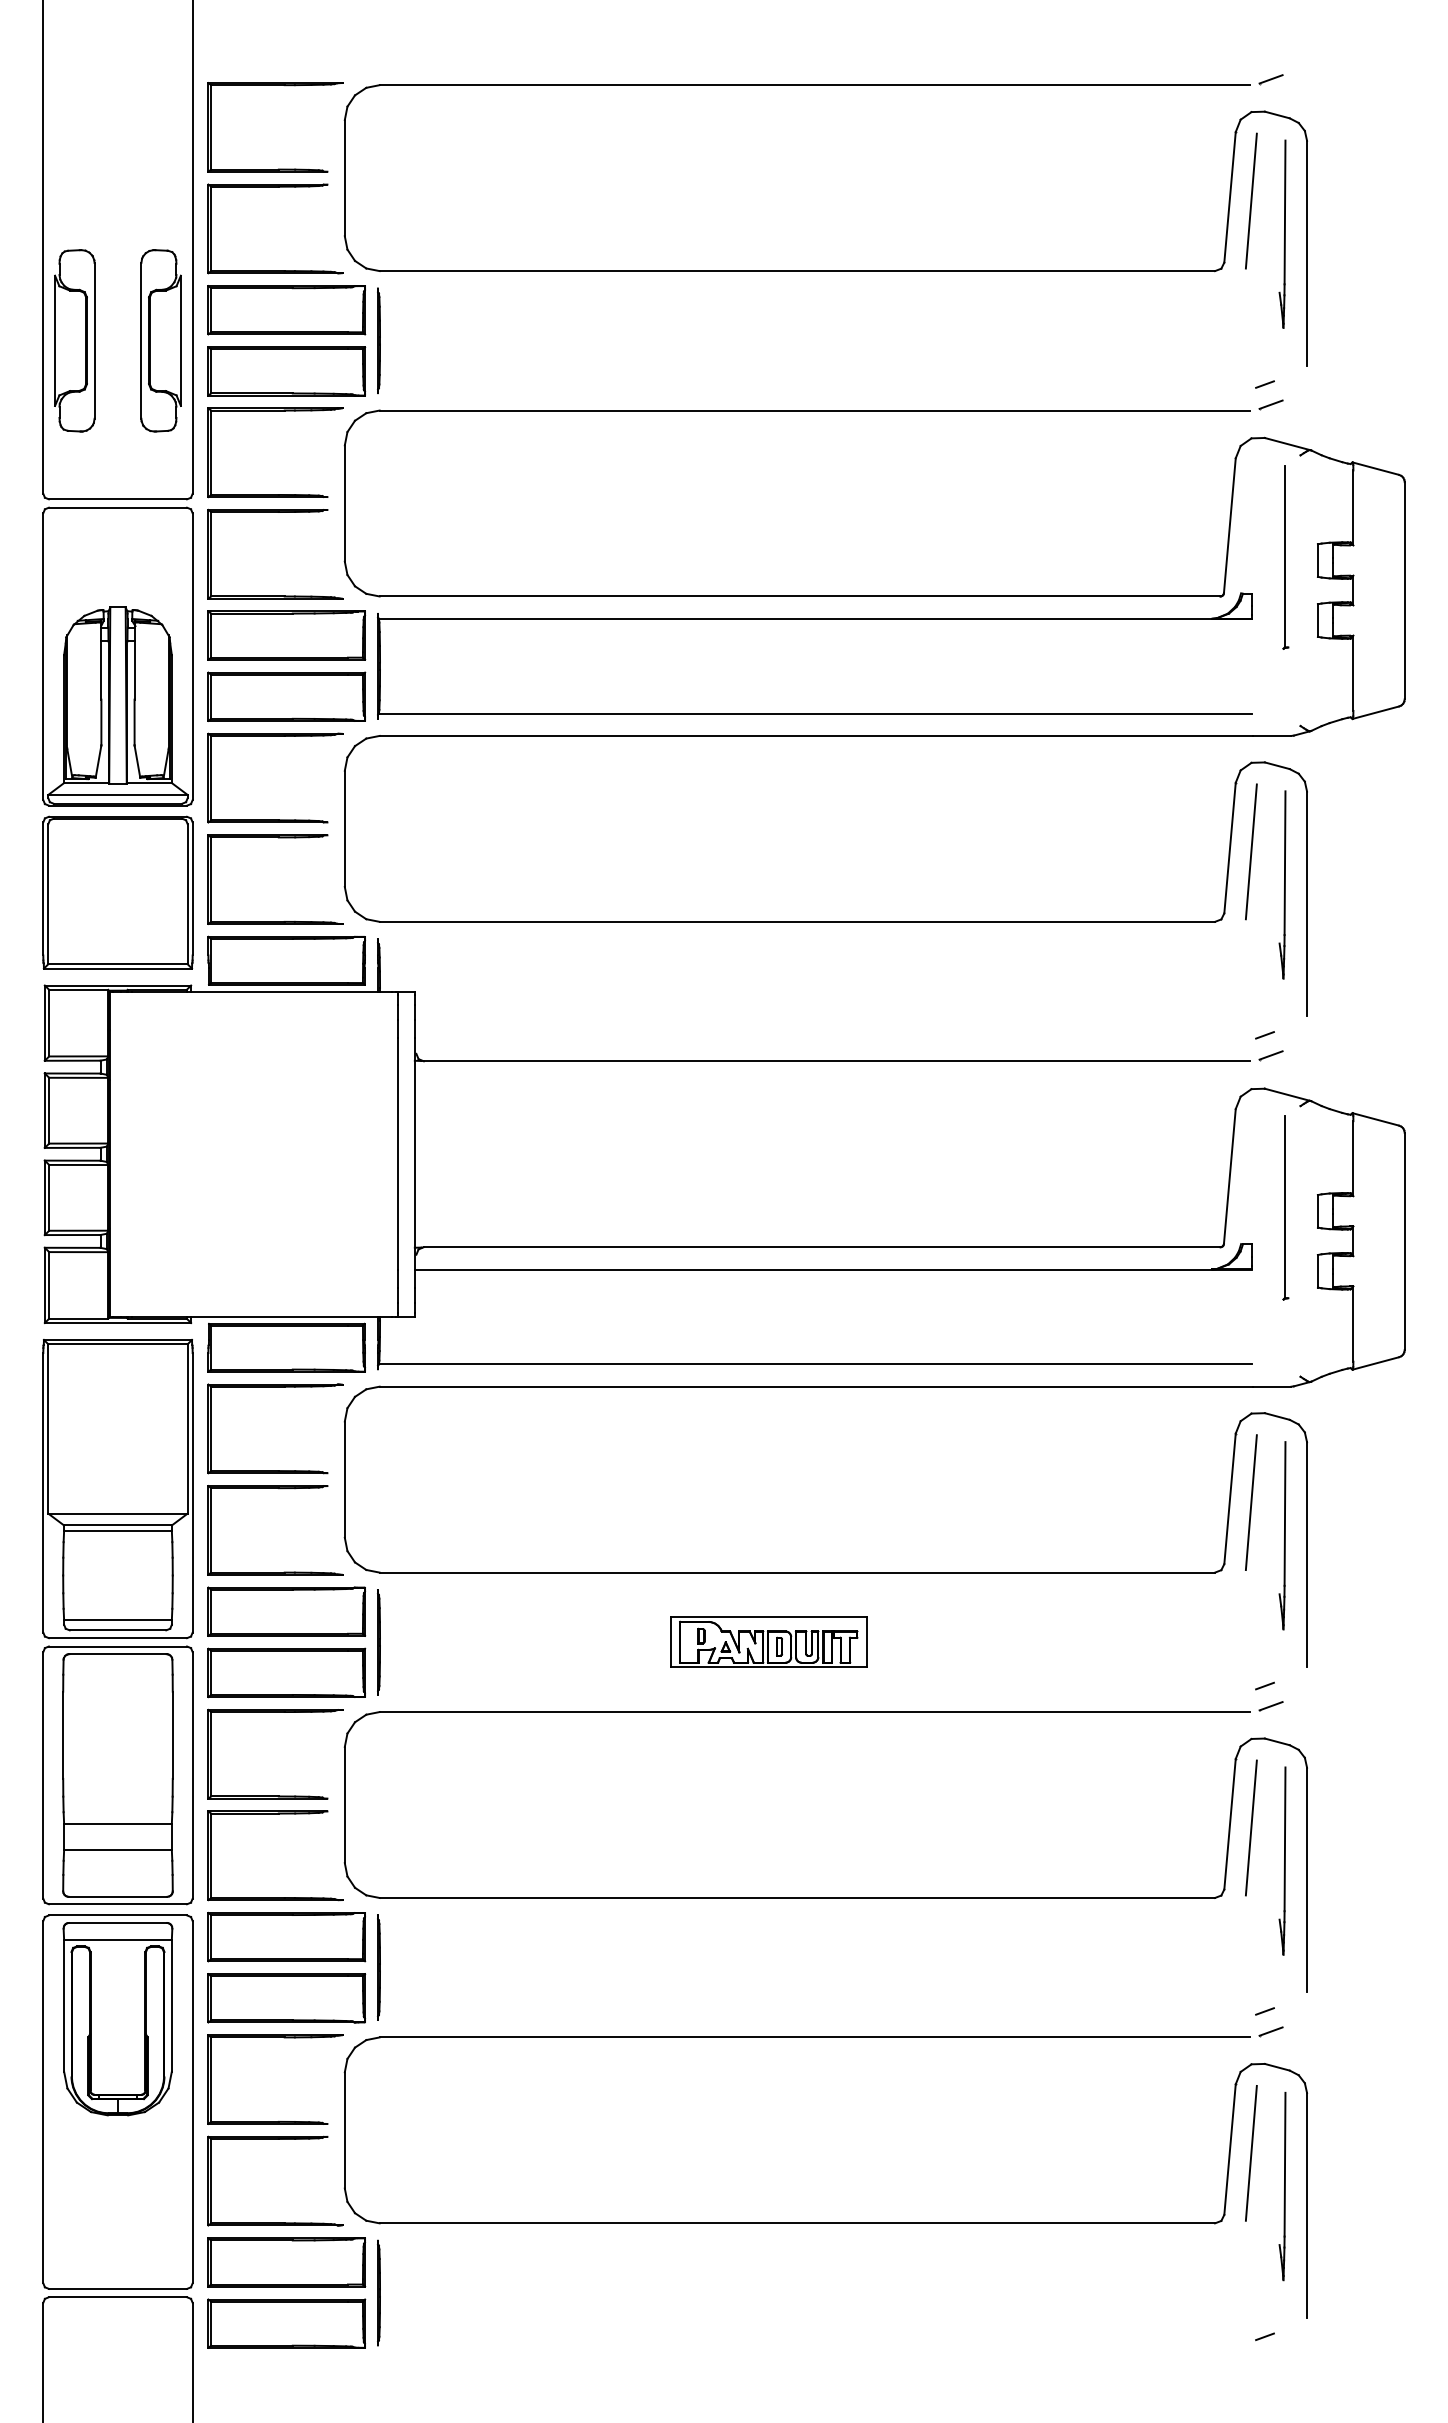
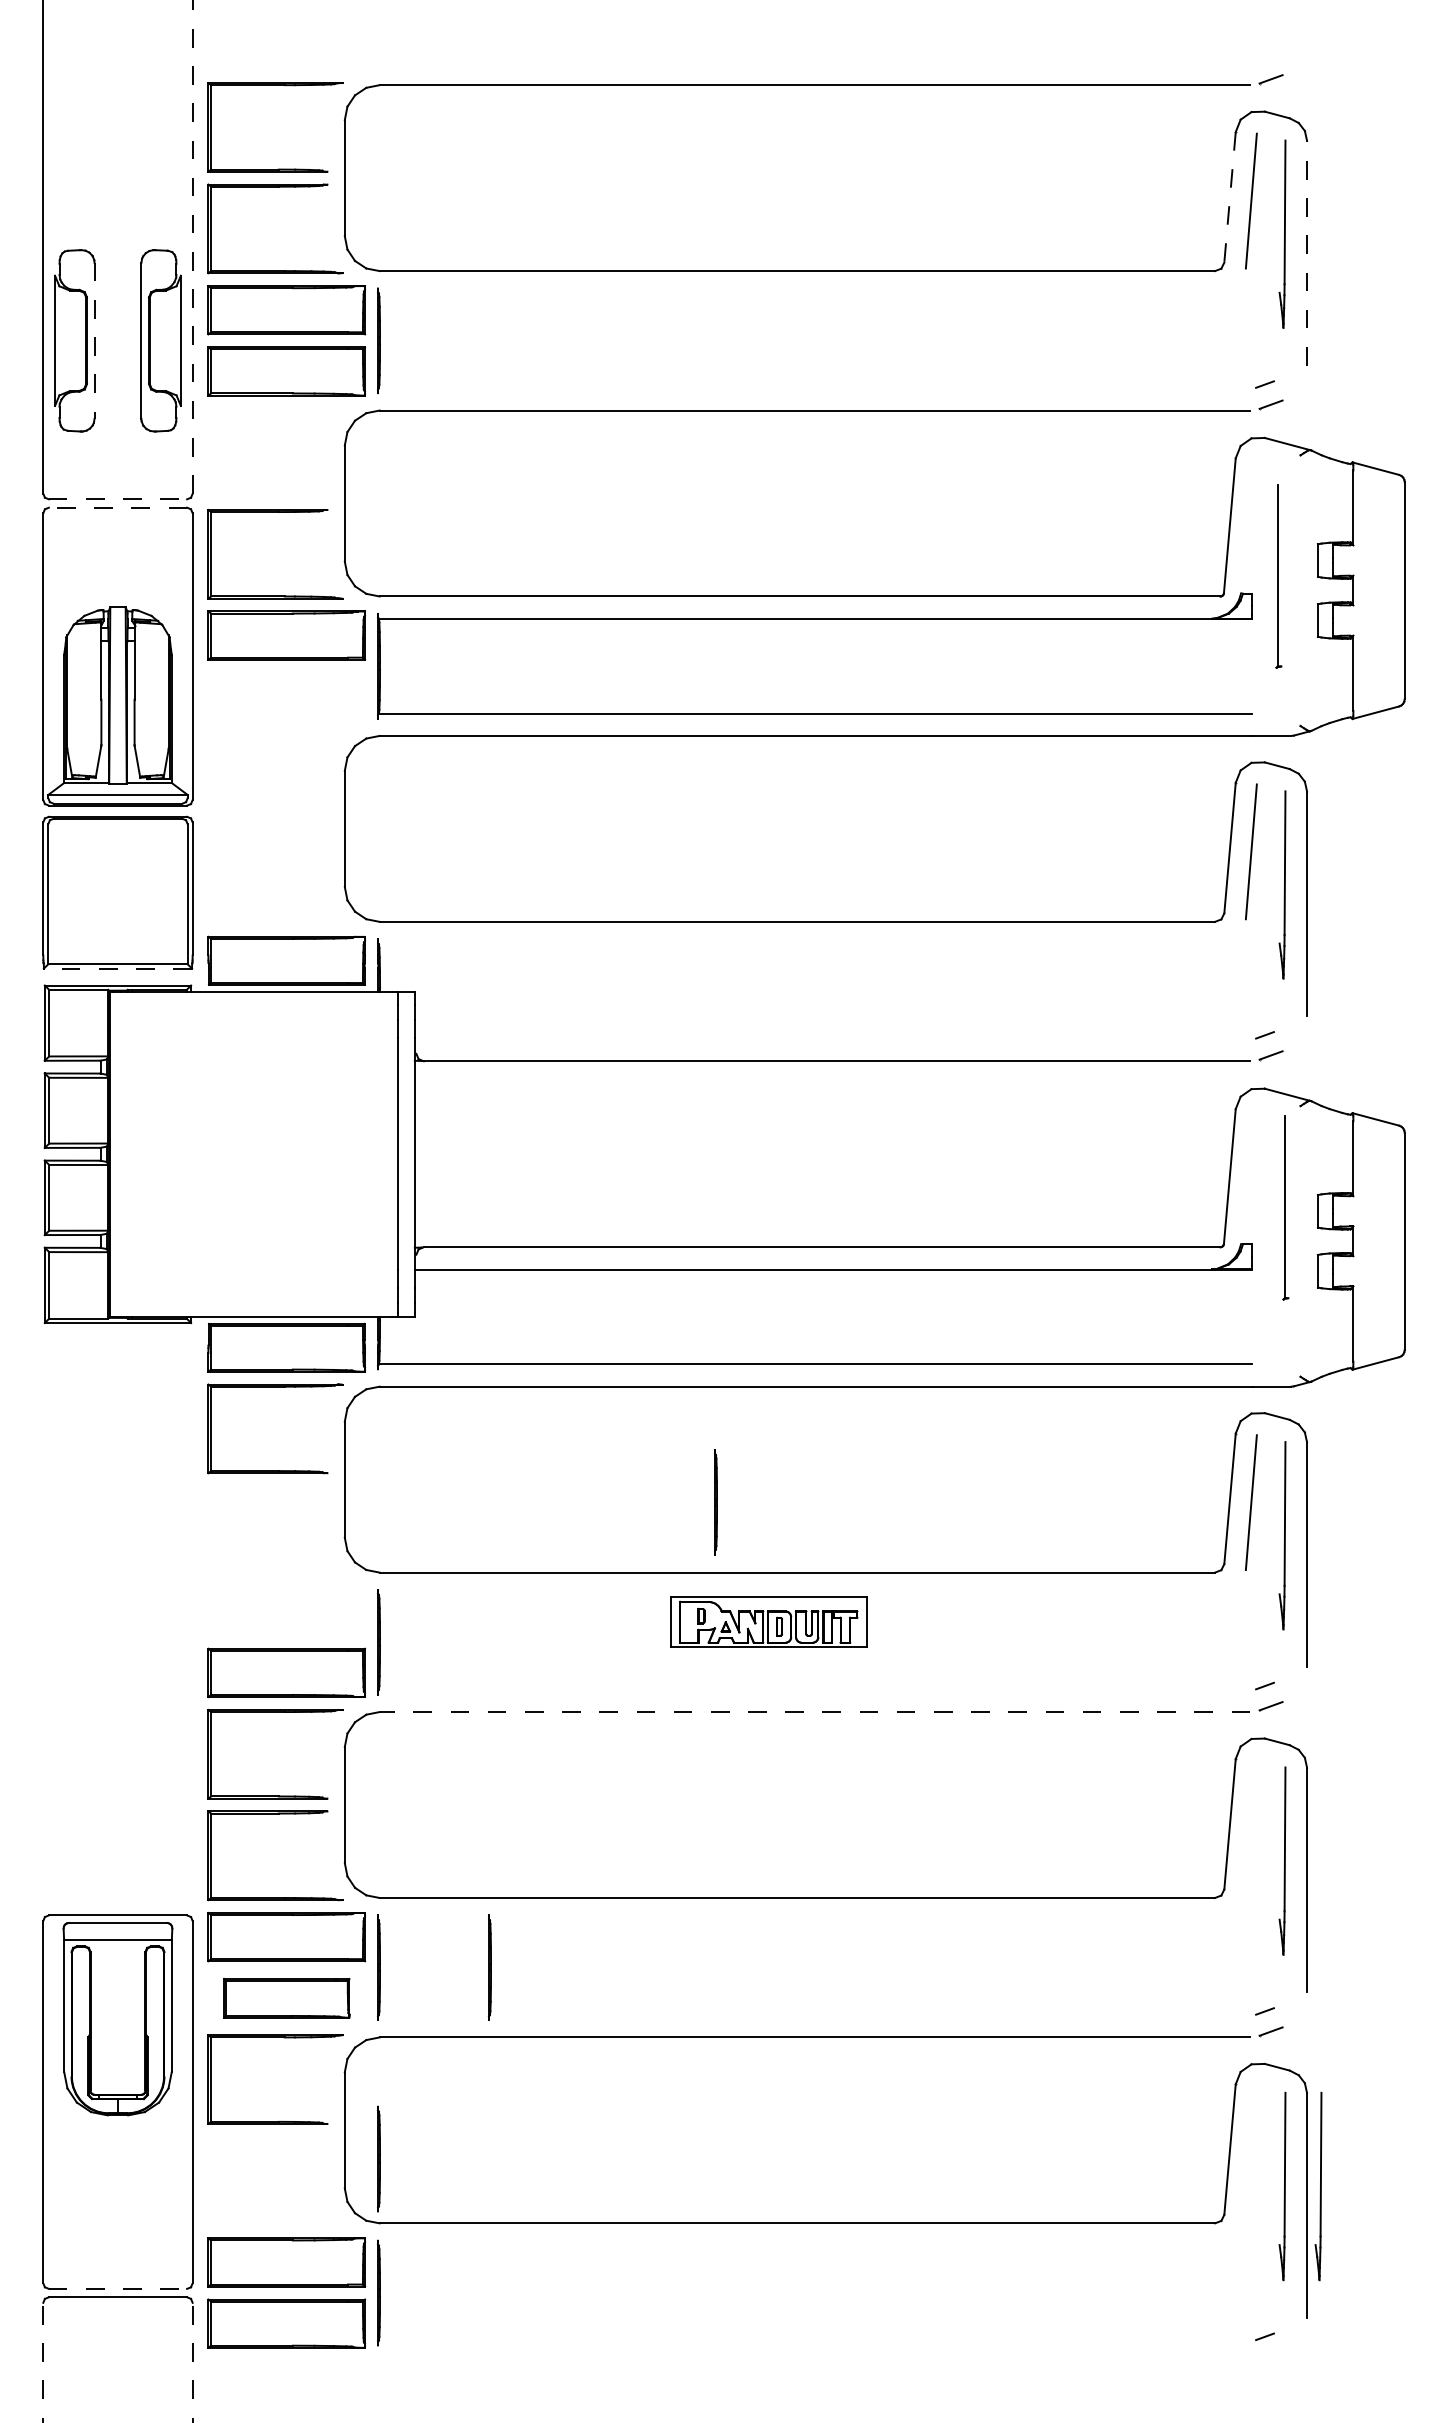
line at (1230, 197): solid -> dashed
line at (192, 247): solid -> dashed
line at (1307, 252): solid -> dashed
line at (94, 340): solid -> dashed
part at (275, 411): present -> none
line at (118, 499): solid -> dashed
line at (117, 507): solid -> dashed
part at (1285, 557) position: (1285, 557) -> (1278, 576)
part at (286, 696): present -> none
part at (275, 736): present -> none
part at (278, 838): present -> none
line at (117, 968): solid -> dashed
part at (278, 1489): present -> none
line at (715, 1502): none -> present
part at (286, 1611): present -> none
part at (117, 1622): present -> none
part at (768, 1641) position: (768, 1641) -> (768, 1621)
line at (814, 1712): solid -> dashed
line at (1251, 1827): present -> none
line at (489, 1967): none -> present
part at (286, 1998) size: 160x51 px -> 128x41 px
part at (275, 2139): present -> none
line at (1250, 2152): present -> none
line at (378, 2158): none -> present
part at (1318, 2186): none -> present
line at (118, 2288): solid -> dashed
line at (43, 2362): solid -> dashed
line at (192, 2362): solid -> dashed
